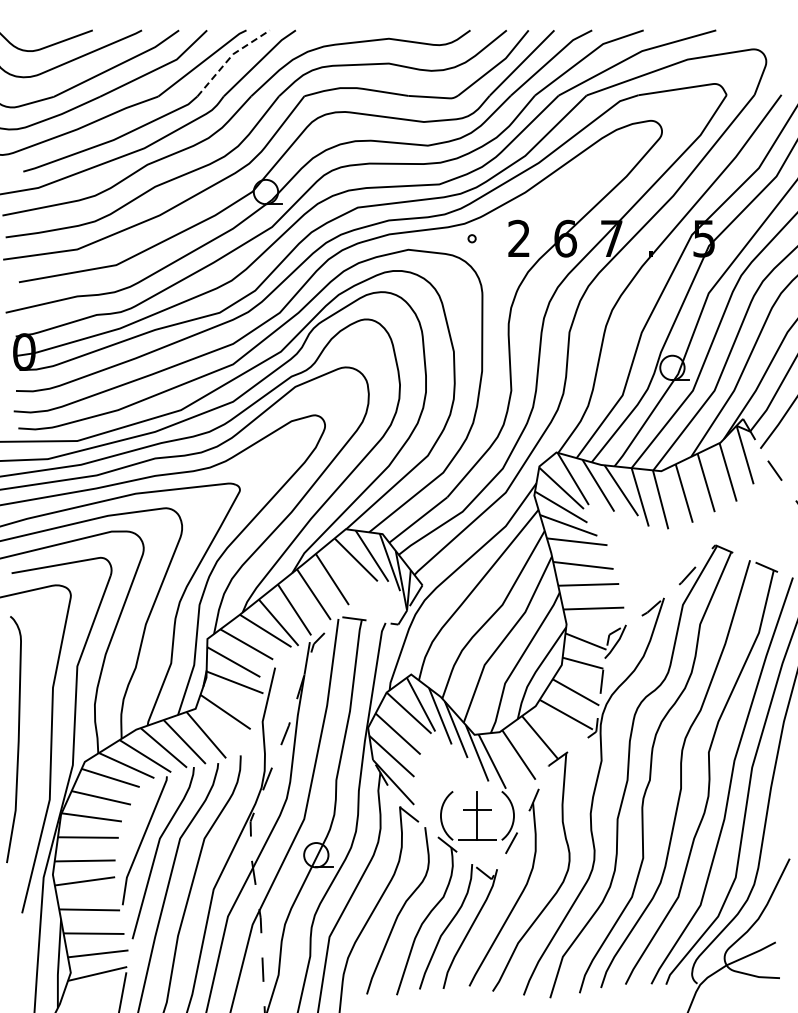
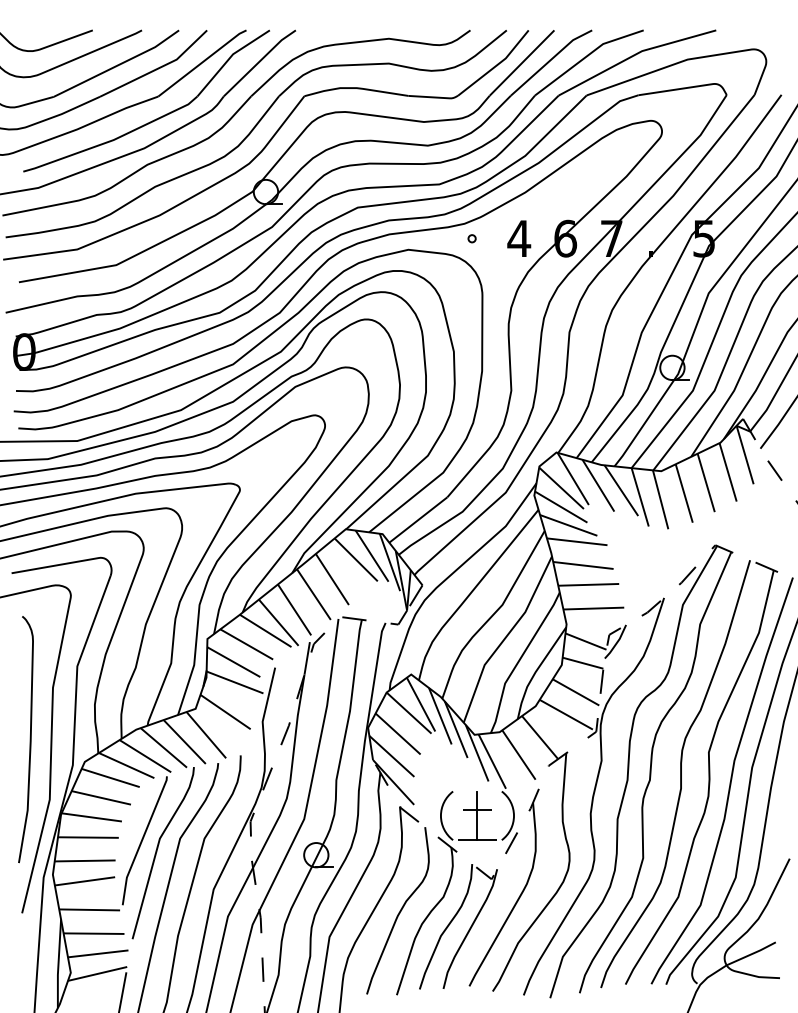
line at (229, 58): dashed -> solid
text at (519, 237): 2 -> 4
curve at (17, 739) position: (17, 739) -> (29, 739)
